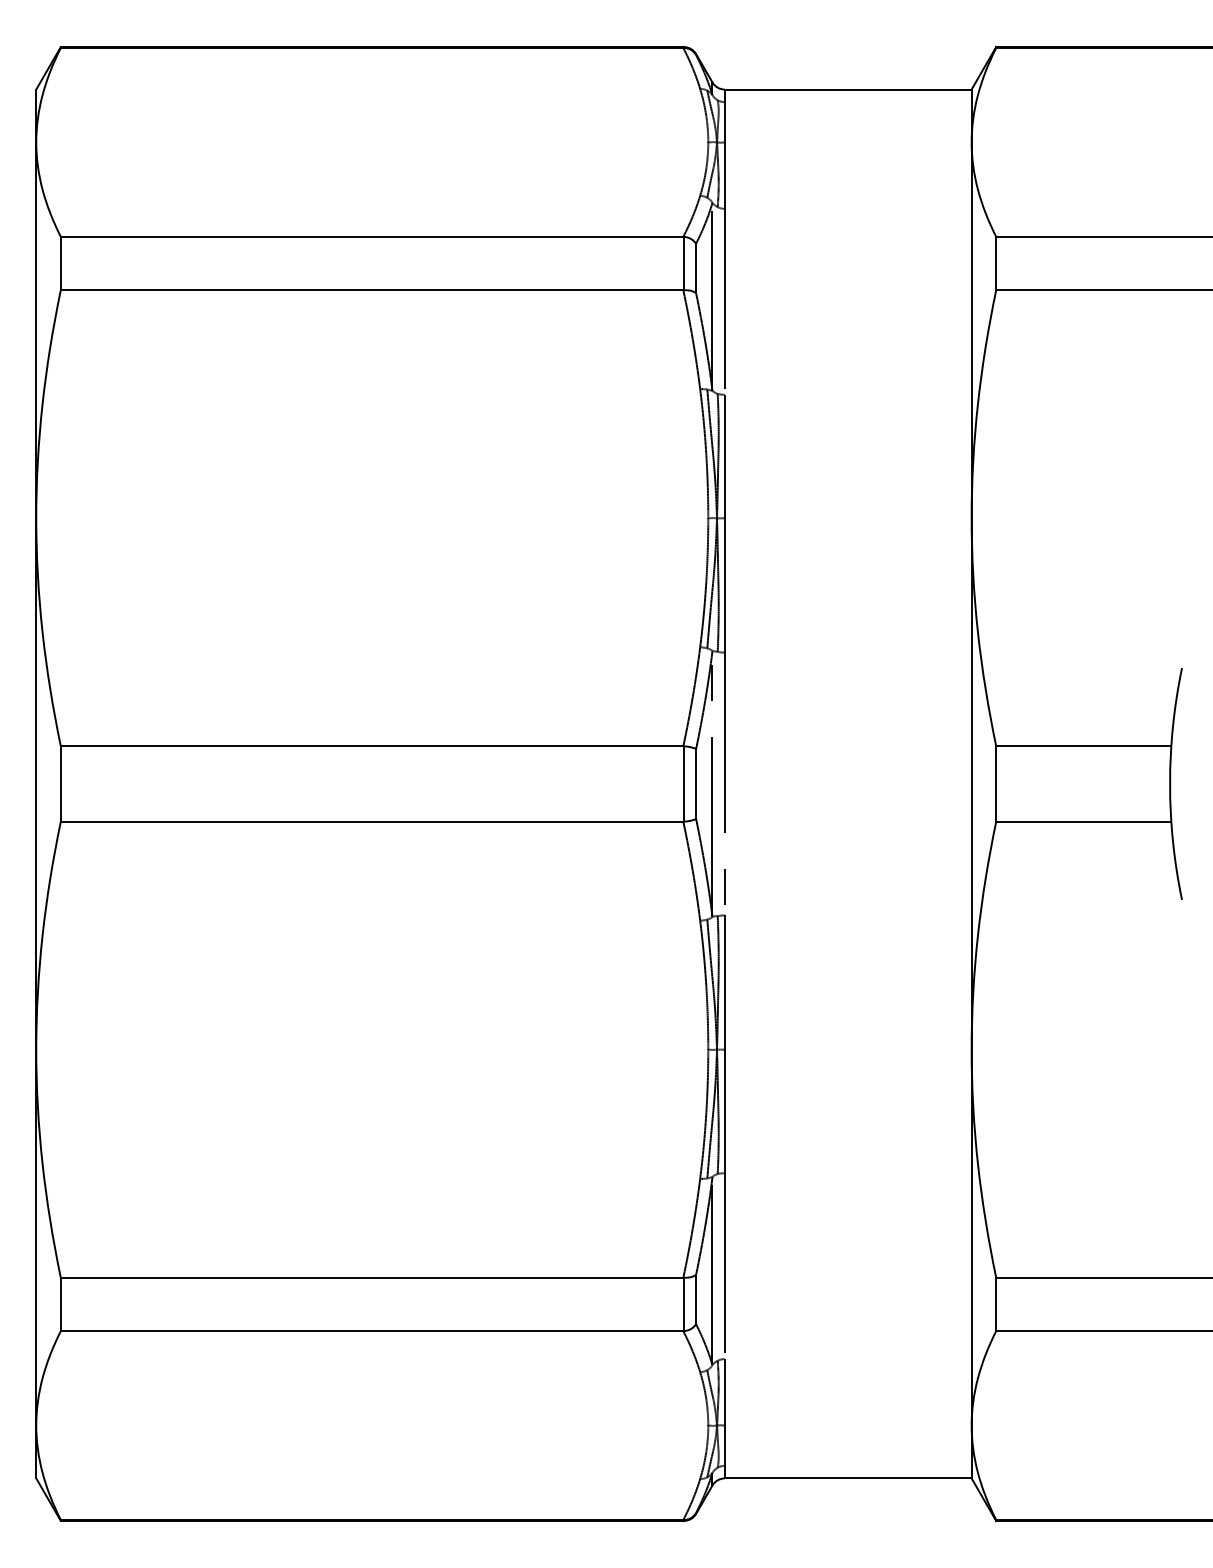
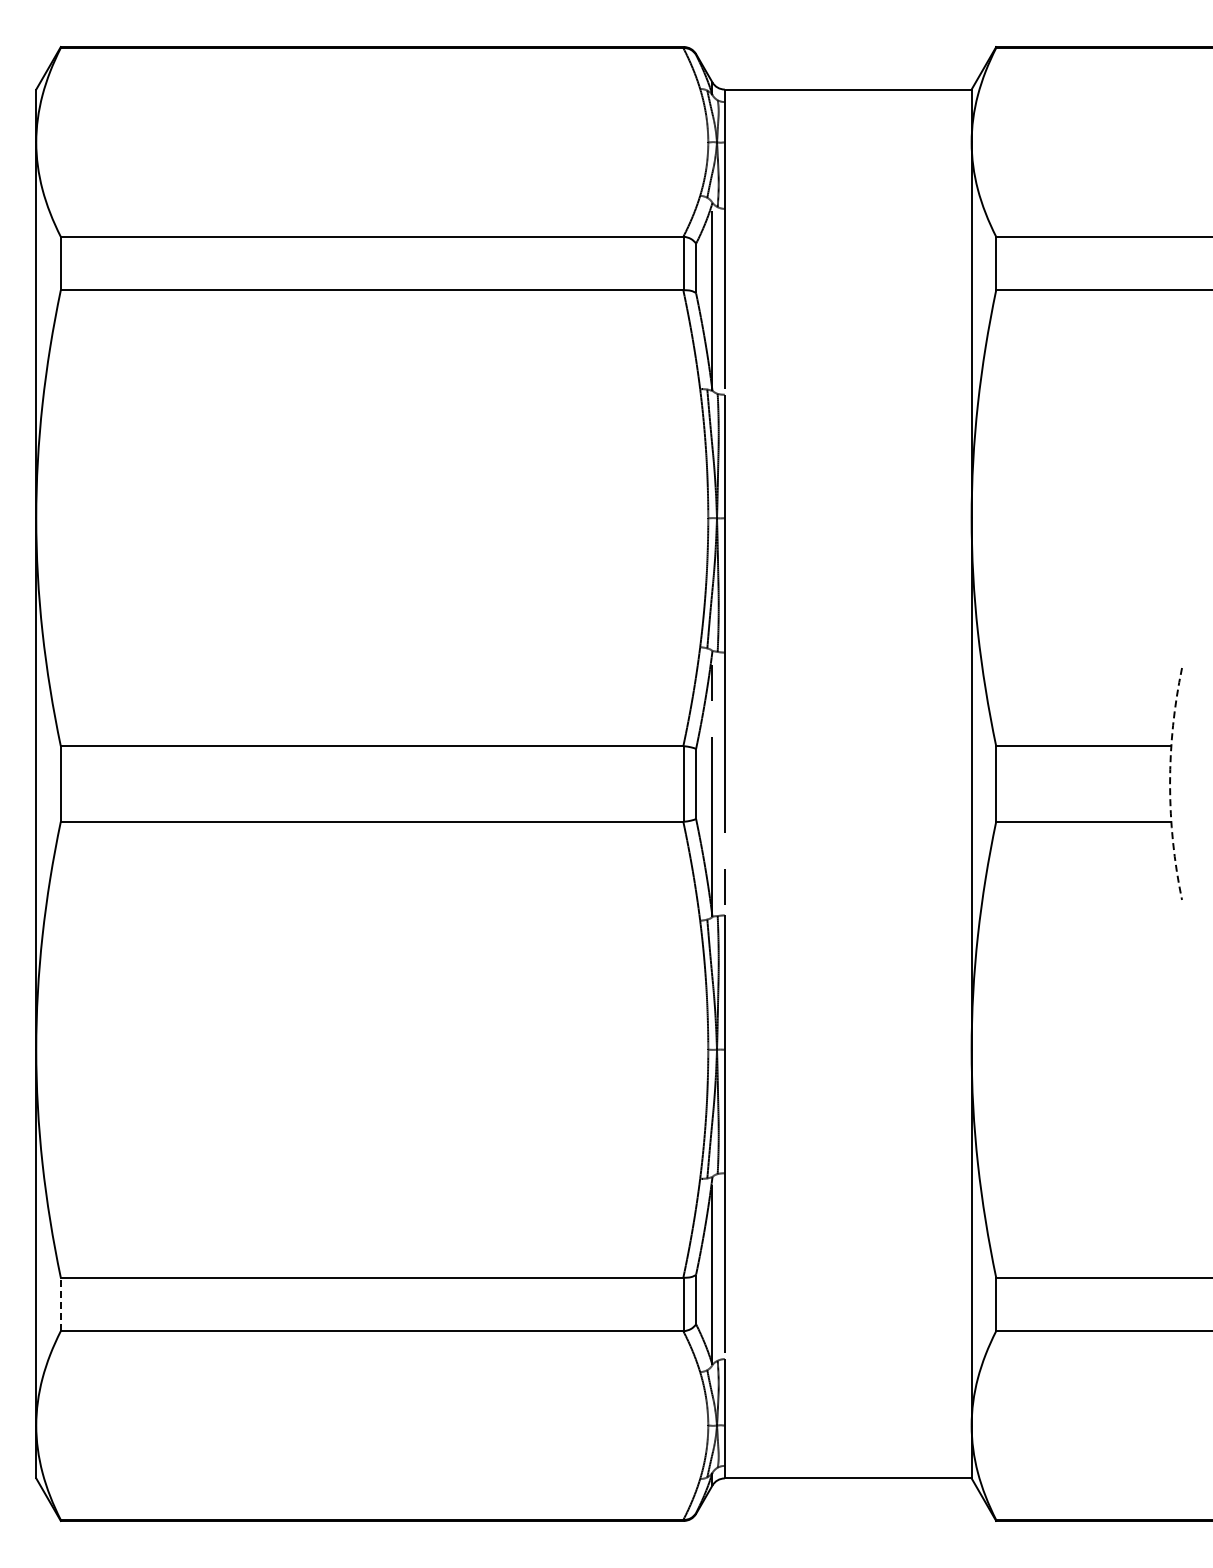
arc at (1170, 784): solid -> dashed
line at (60, 1304): solid -> dashed
